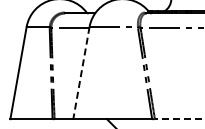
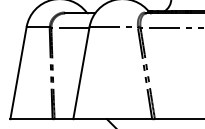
line at (81, 73): dashed -> solid
line at (179, 119): dashed -> solid
